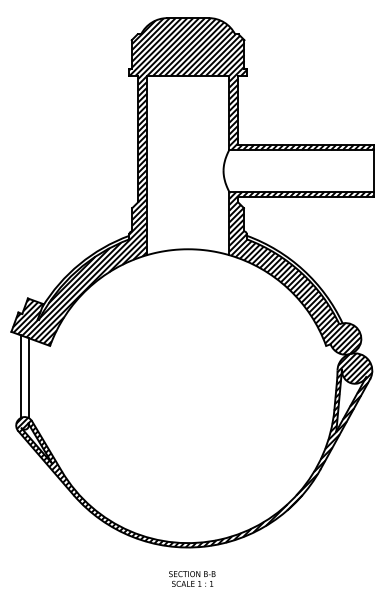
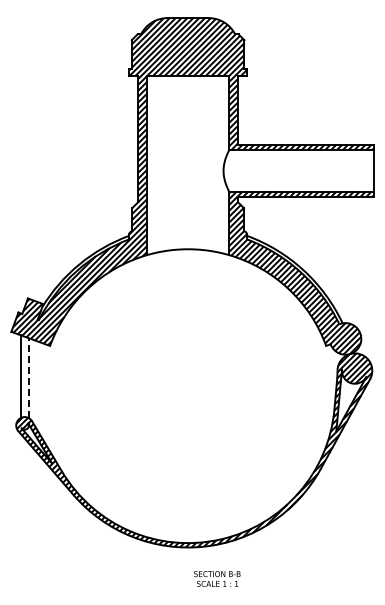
line at (28, 377): solid -> dashed
text at (192, 578) position: (192, 578) -> (217, 578)
